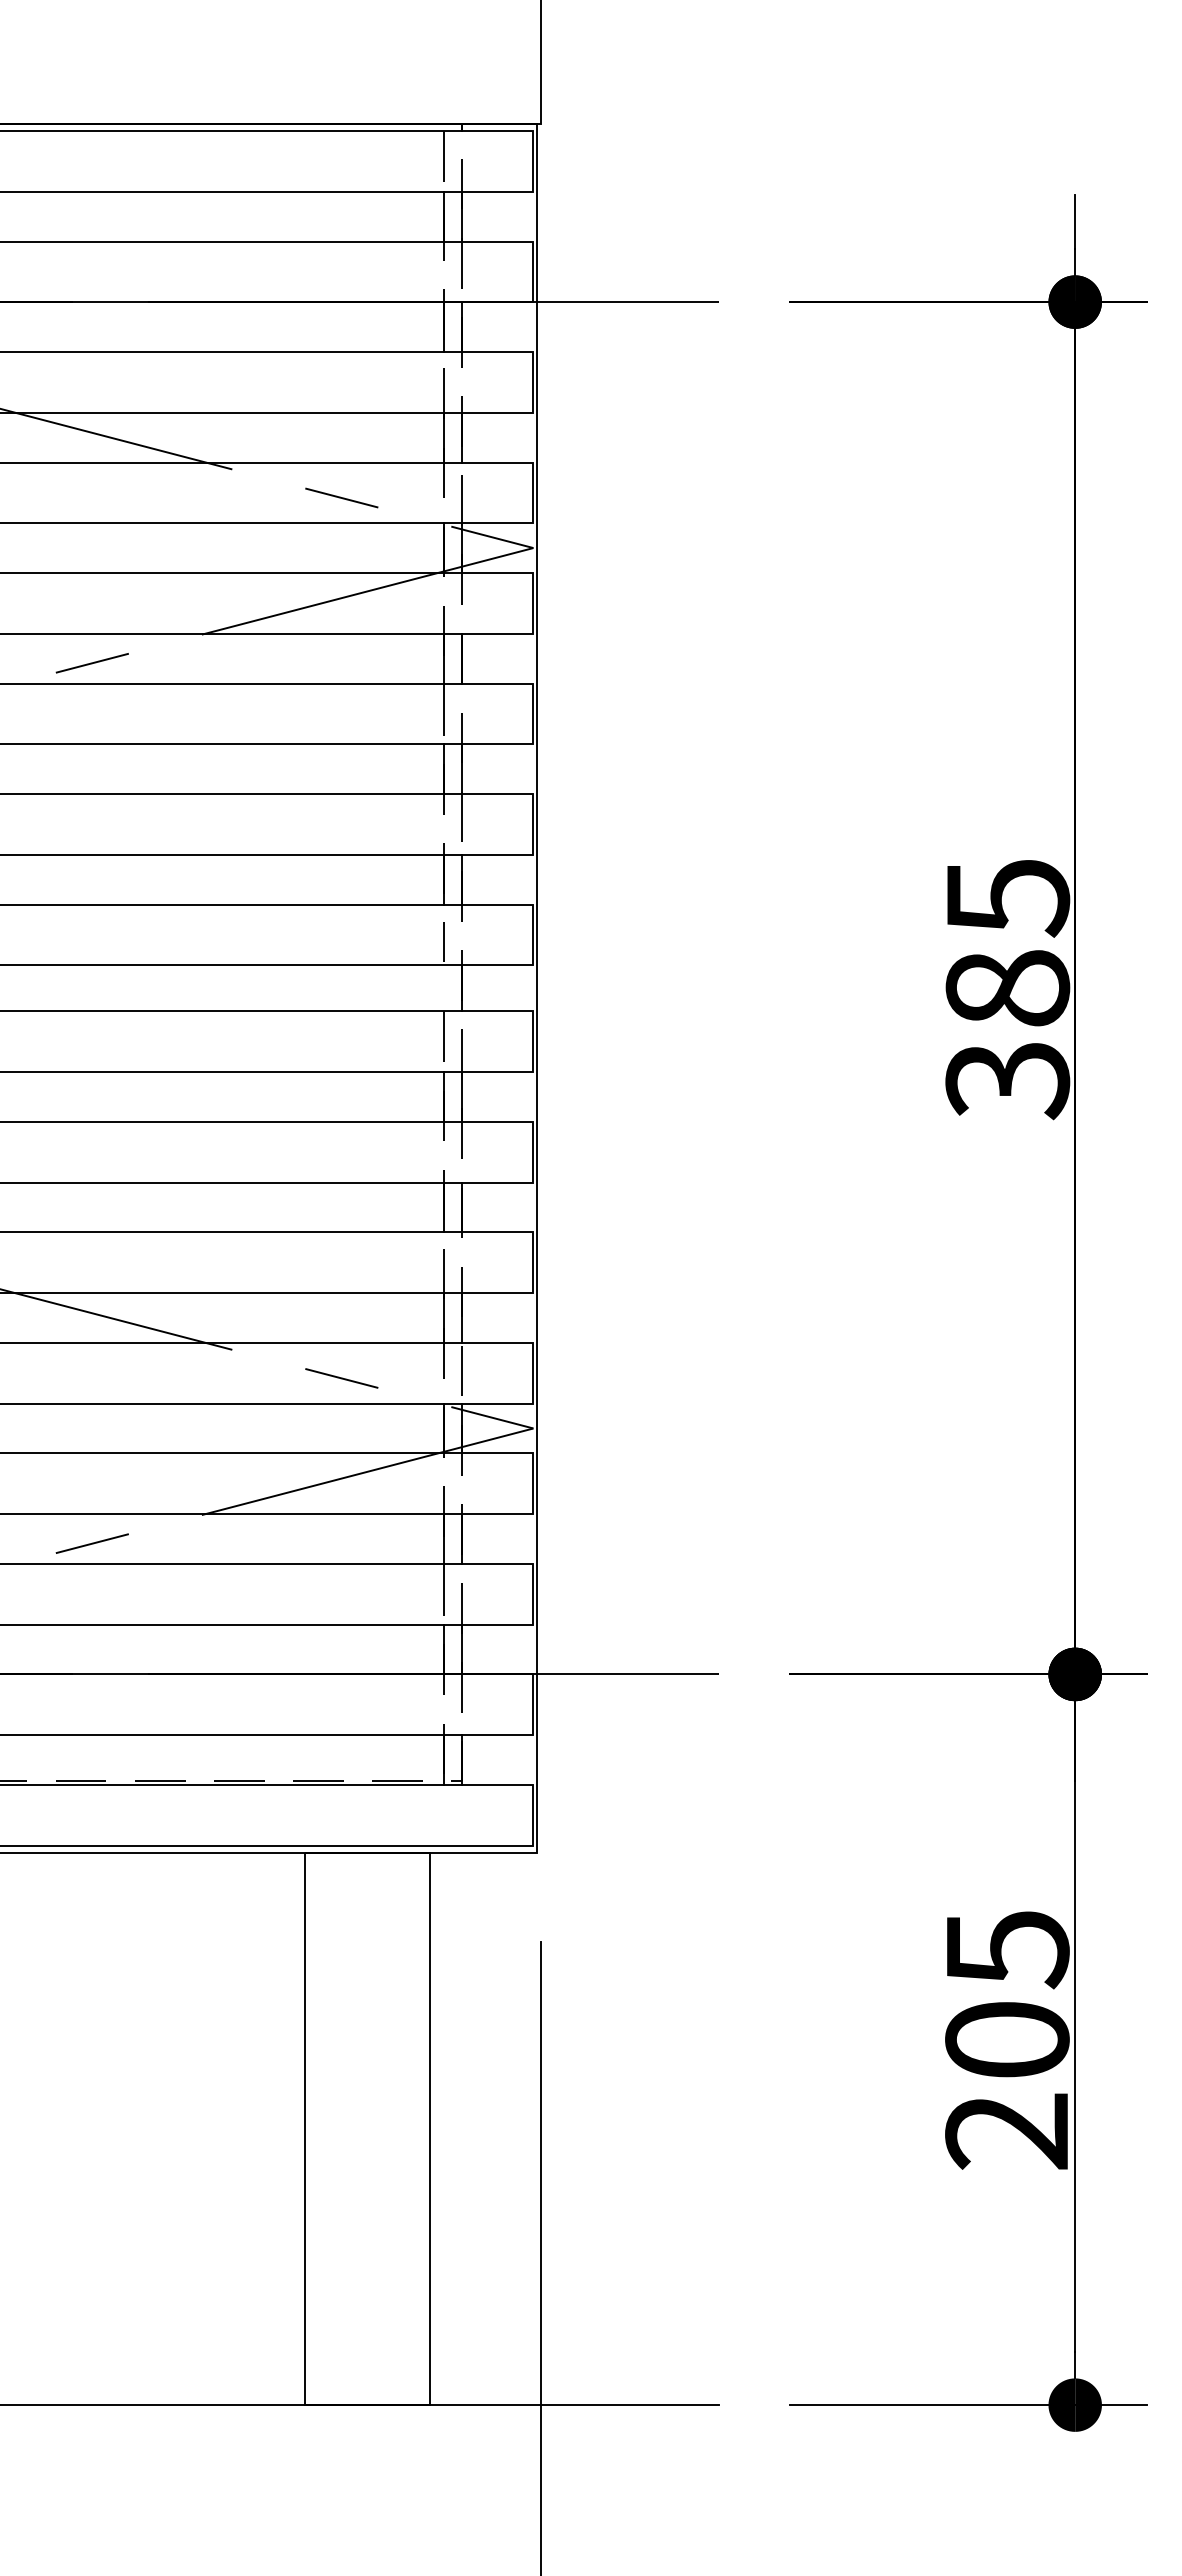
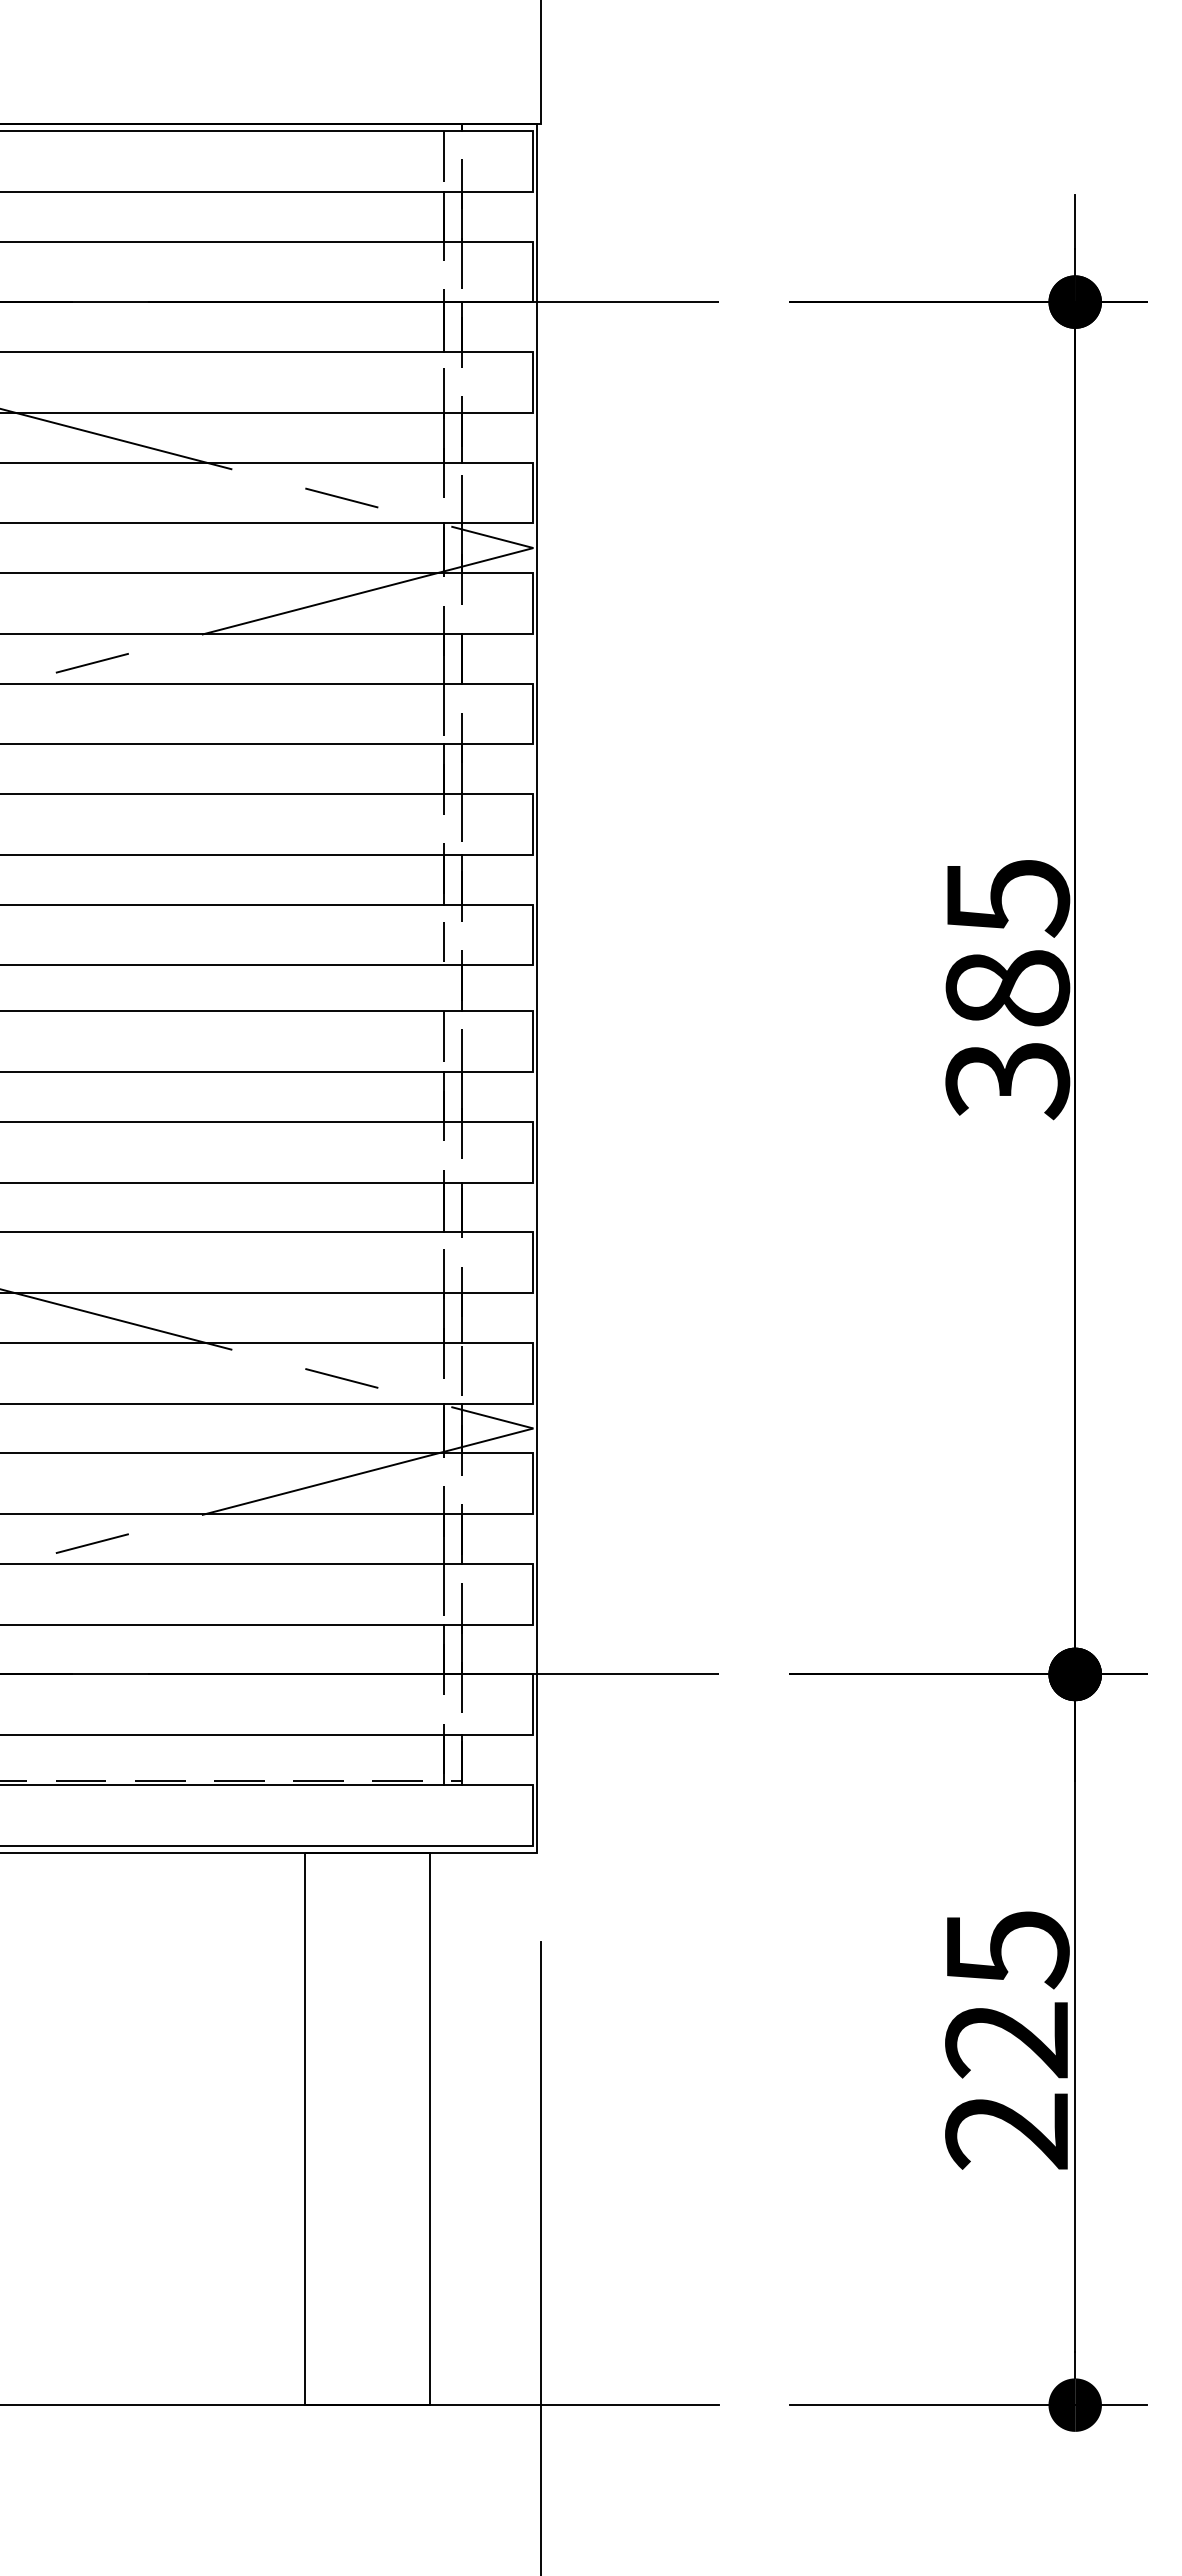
text at (1007, 2040): 205 -> 225
